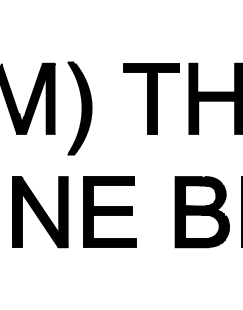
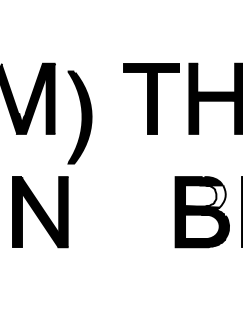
part at (79, 108) position: (79, 108) -> (79, 117)
fill at (205, 196): present -> none
part at (109, 211): present -> none
